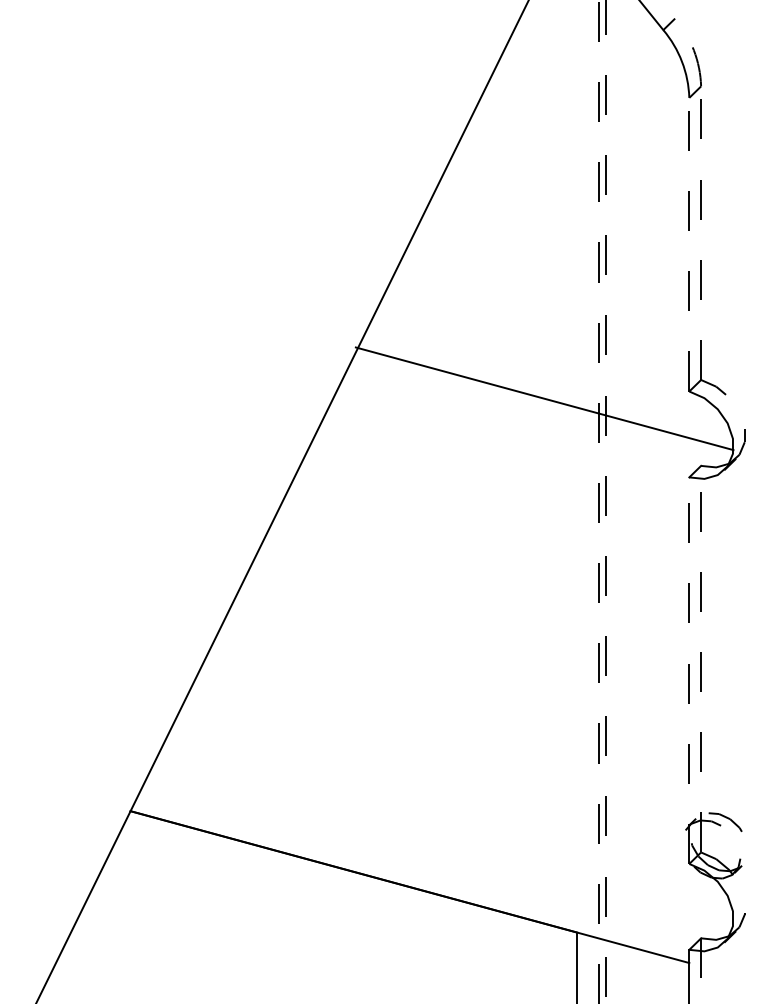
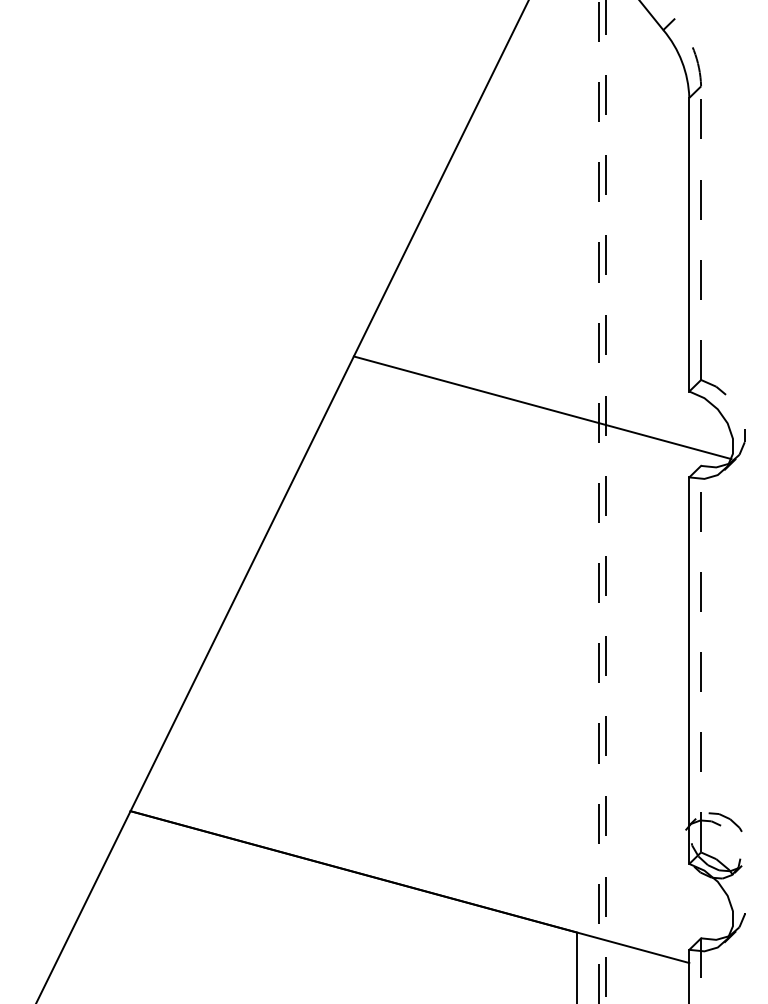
line at (689, 244): dashed -> solid
line at (544, 398) position: (544, 398) -> (542, 407)
line at (689, 670): dashed -> solid
